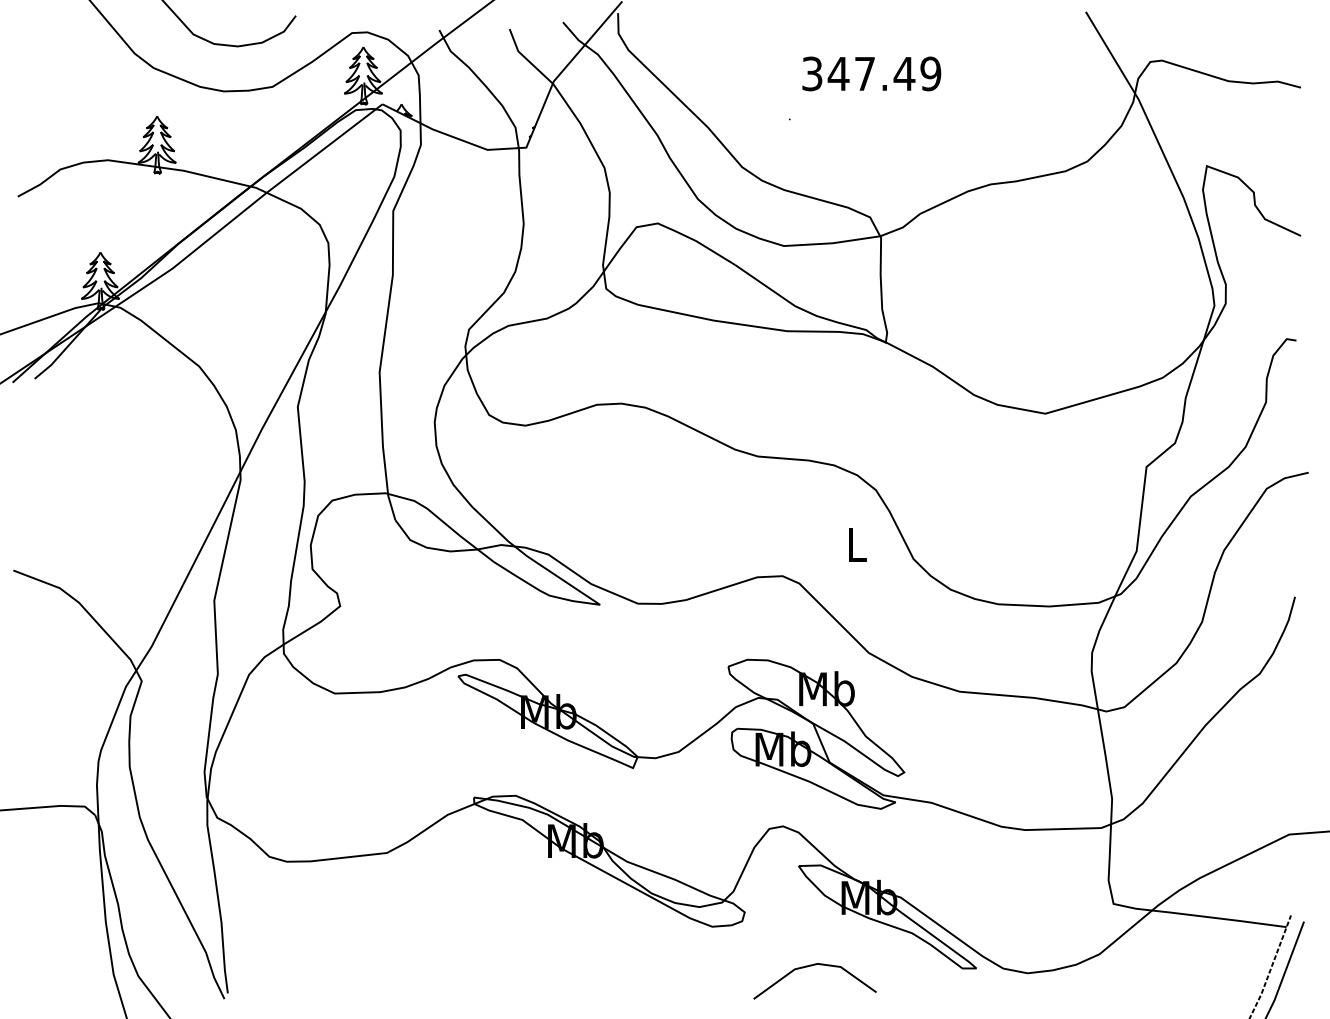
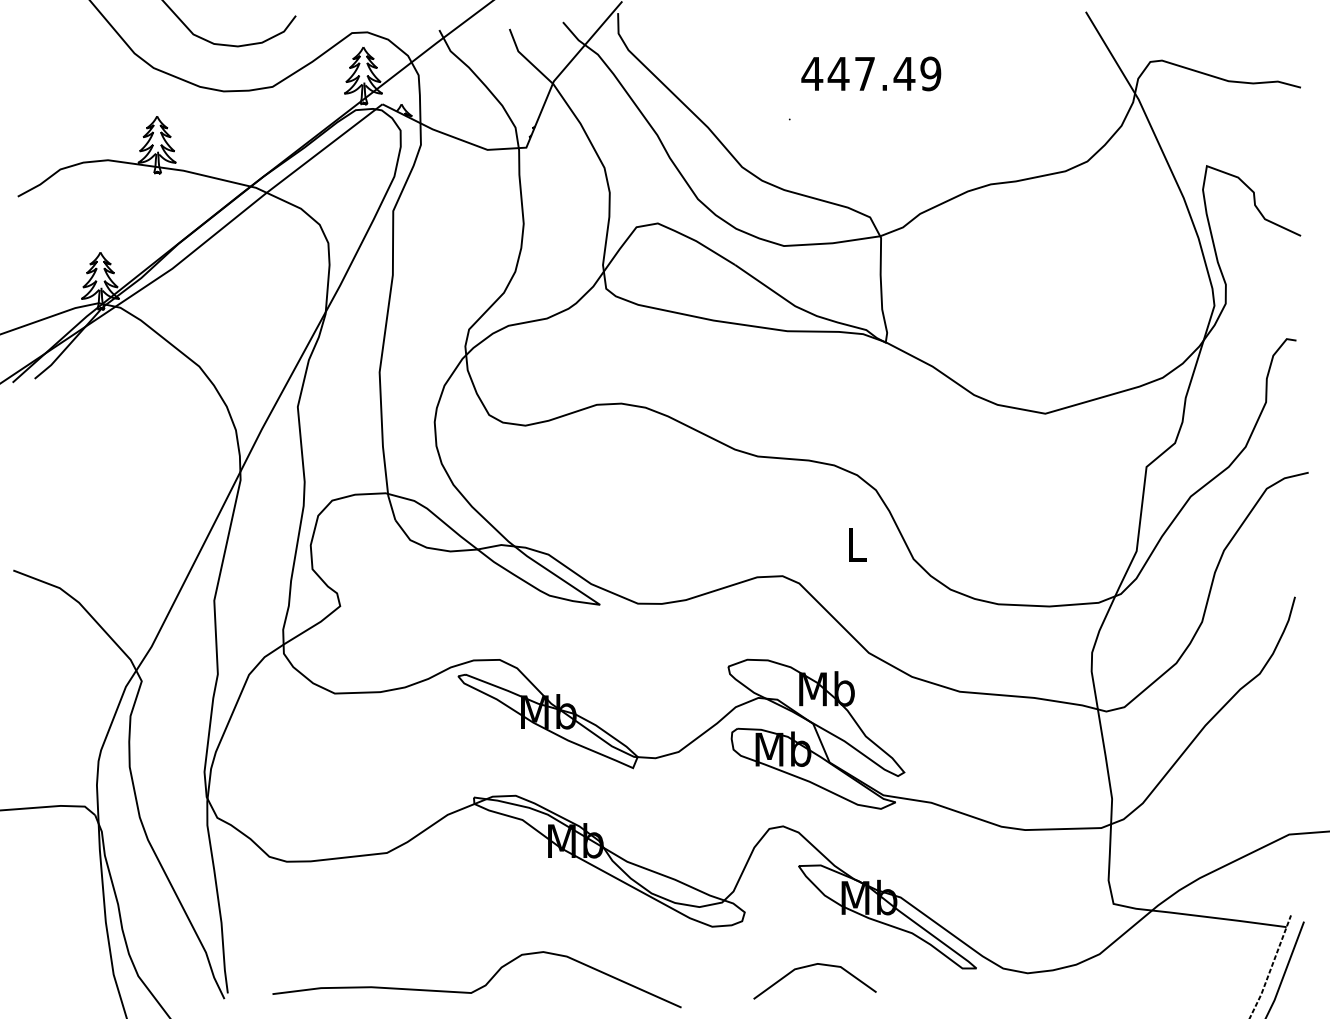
text at (812, 73): 347.49 -> 447.49
curve at (479, 987): none -> present
